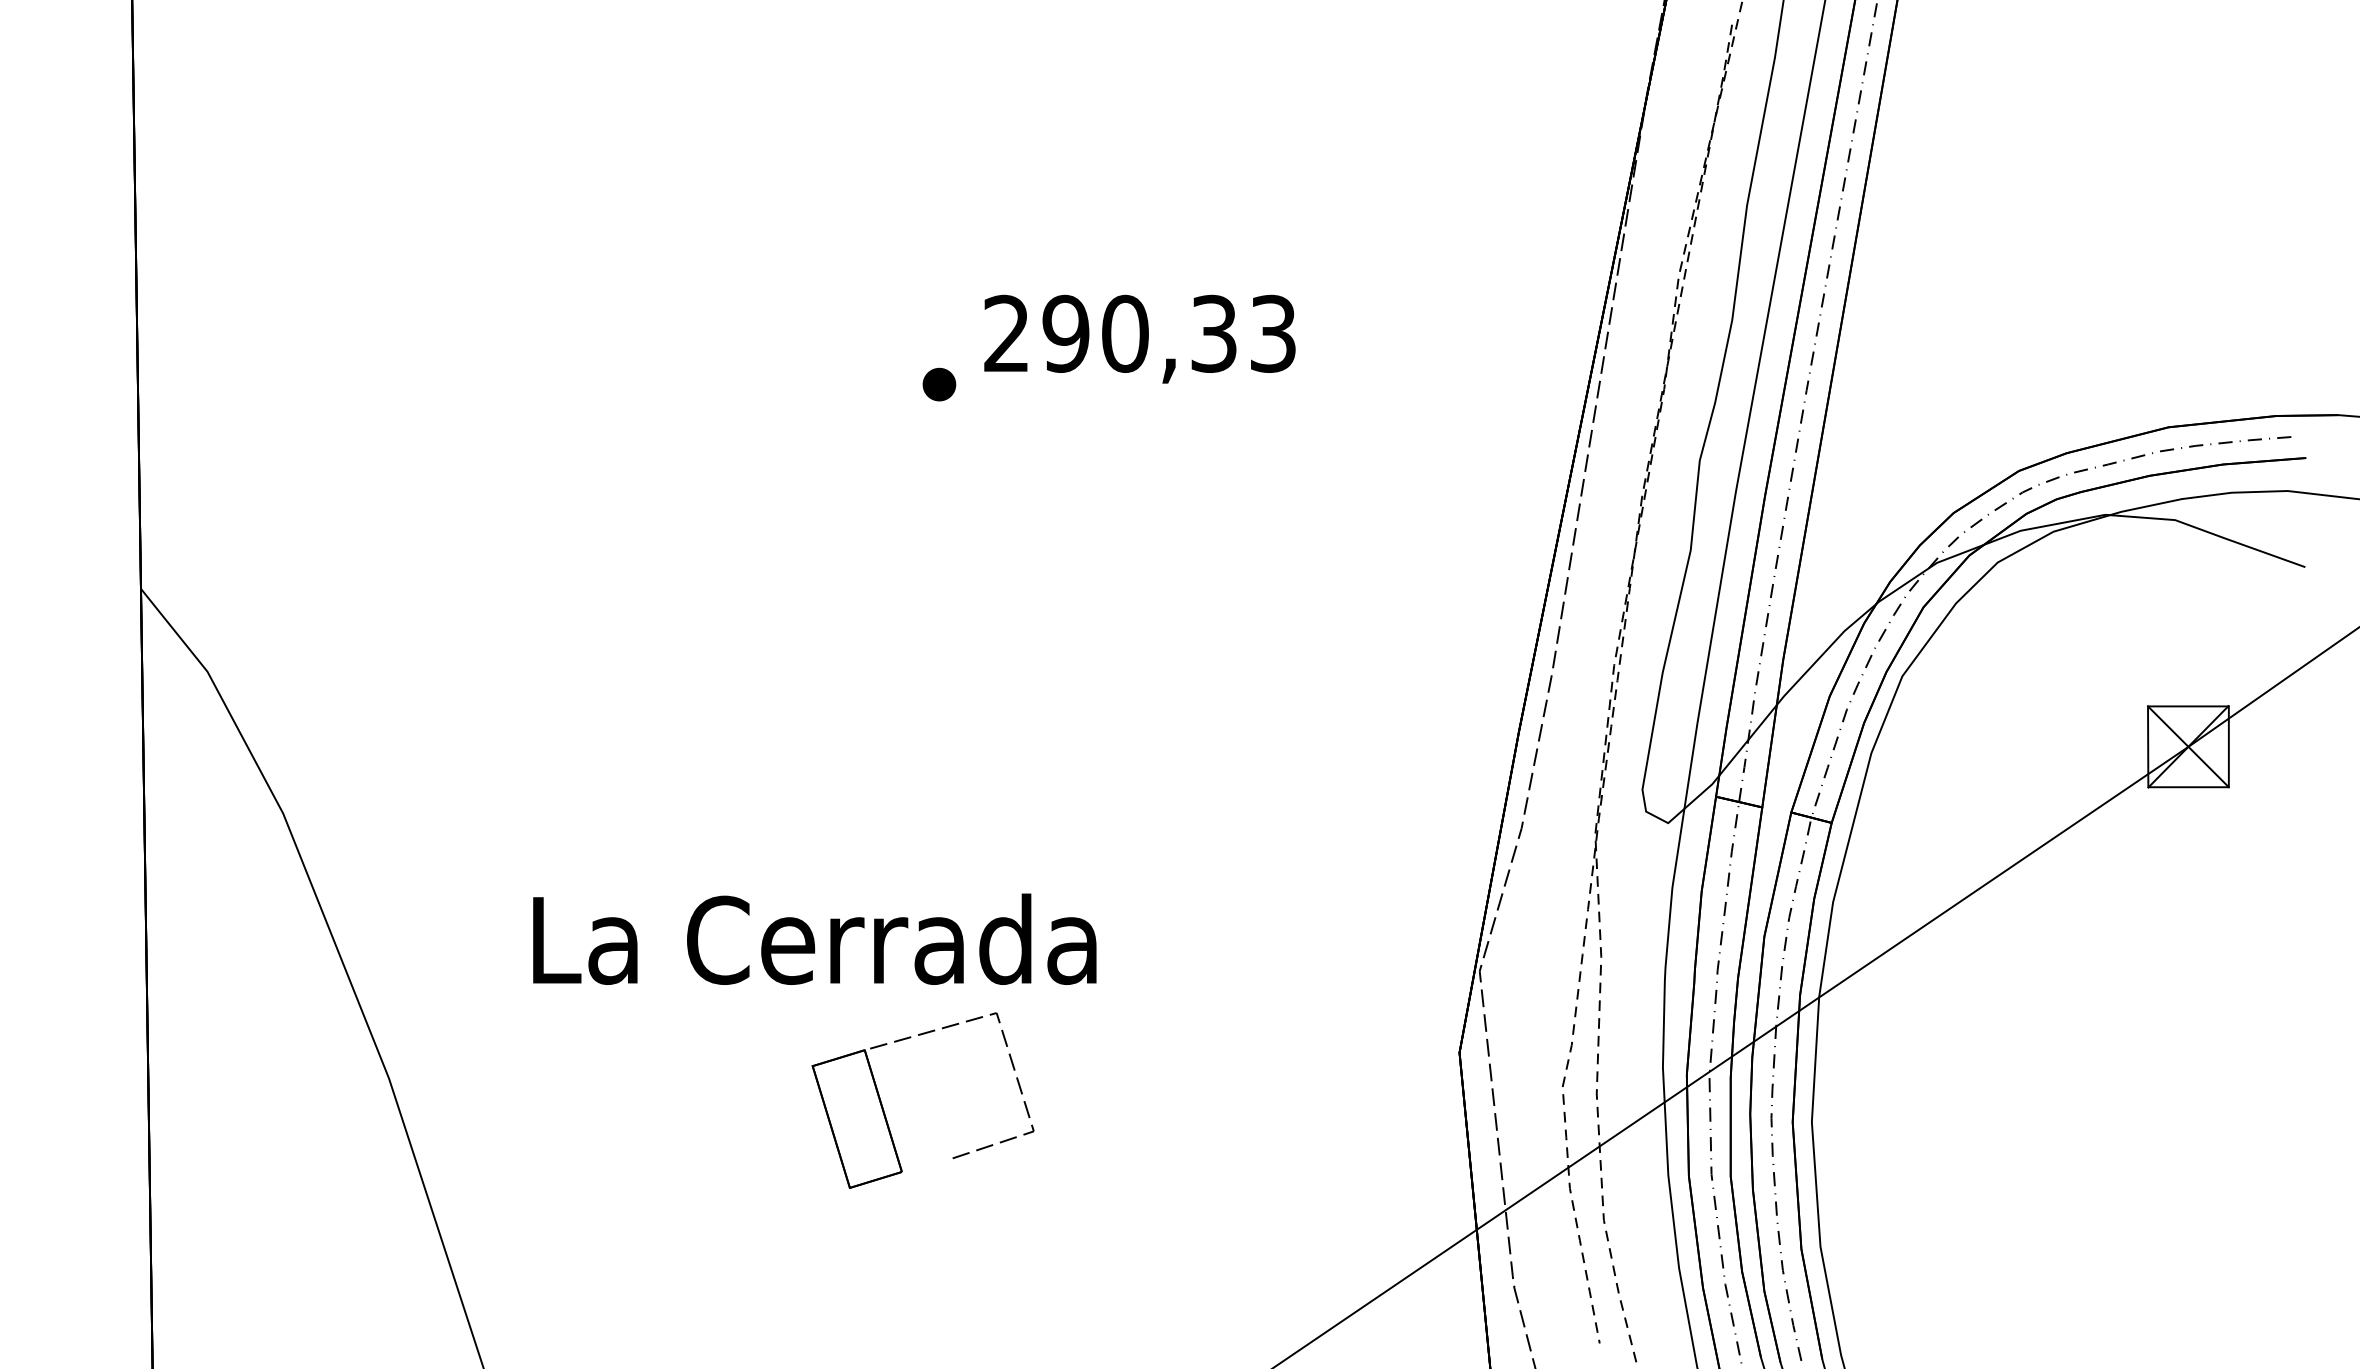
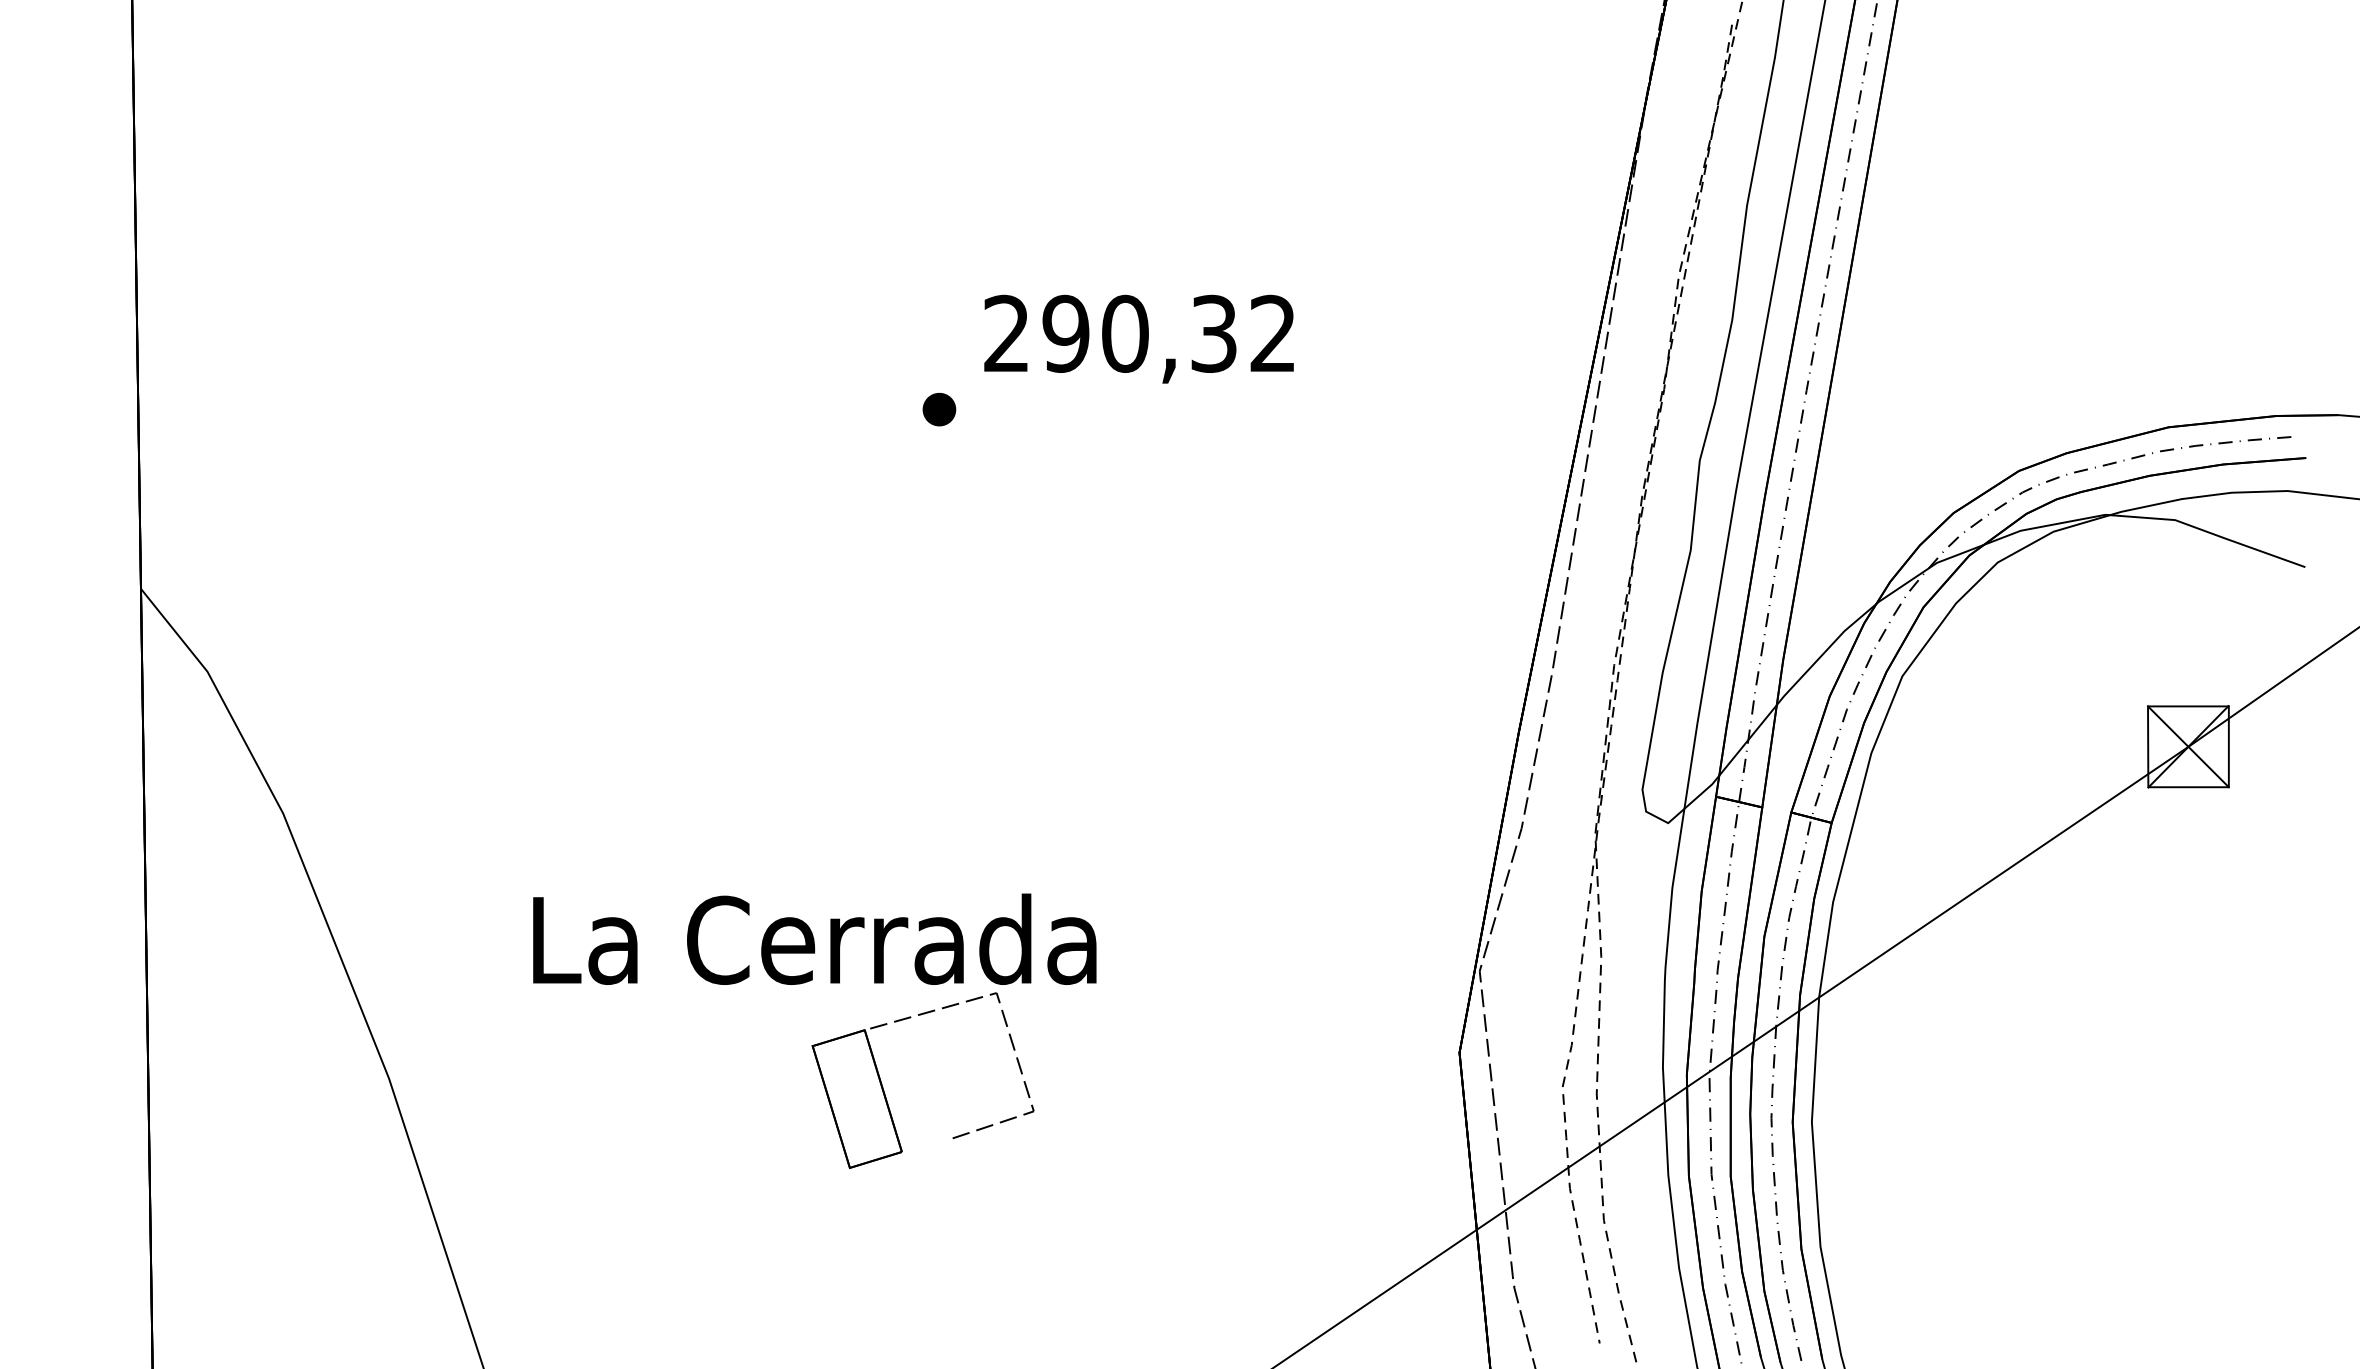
text at (1272, 333): 290,33 -> 290,32
part at (939, 384) position: (939, 384) -> (939, 409)
part at (885, 1113) position: (885, 1113) -> (885, 1093)
